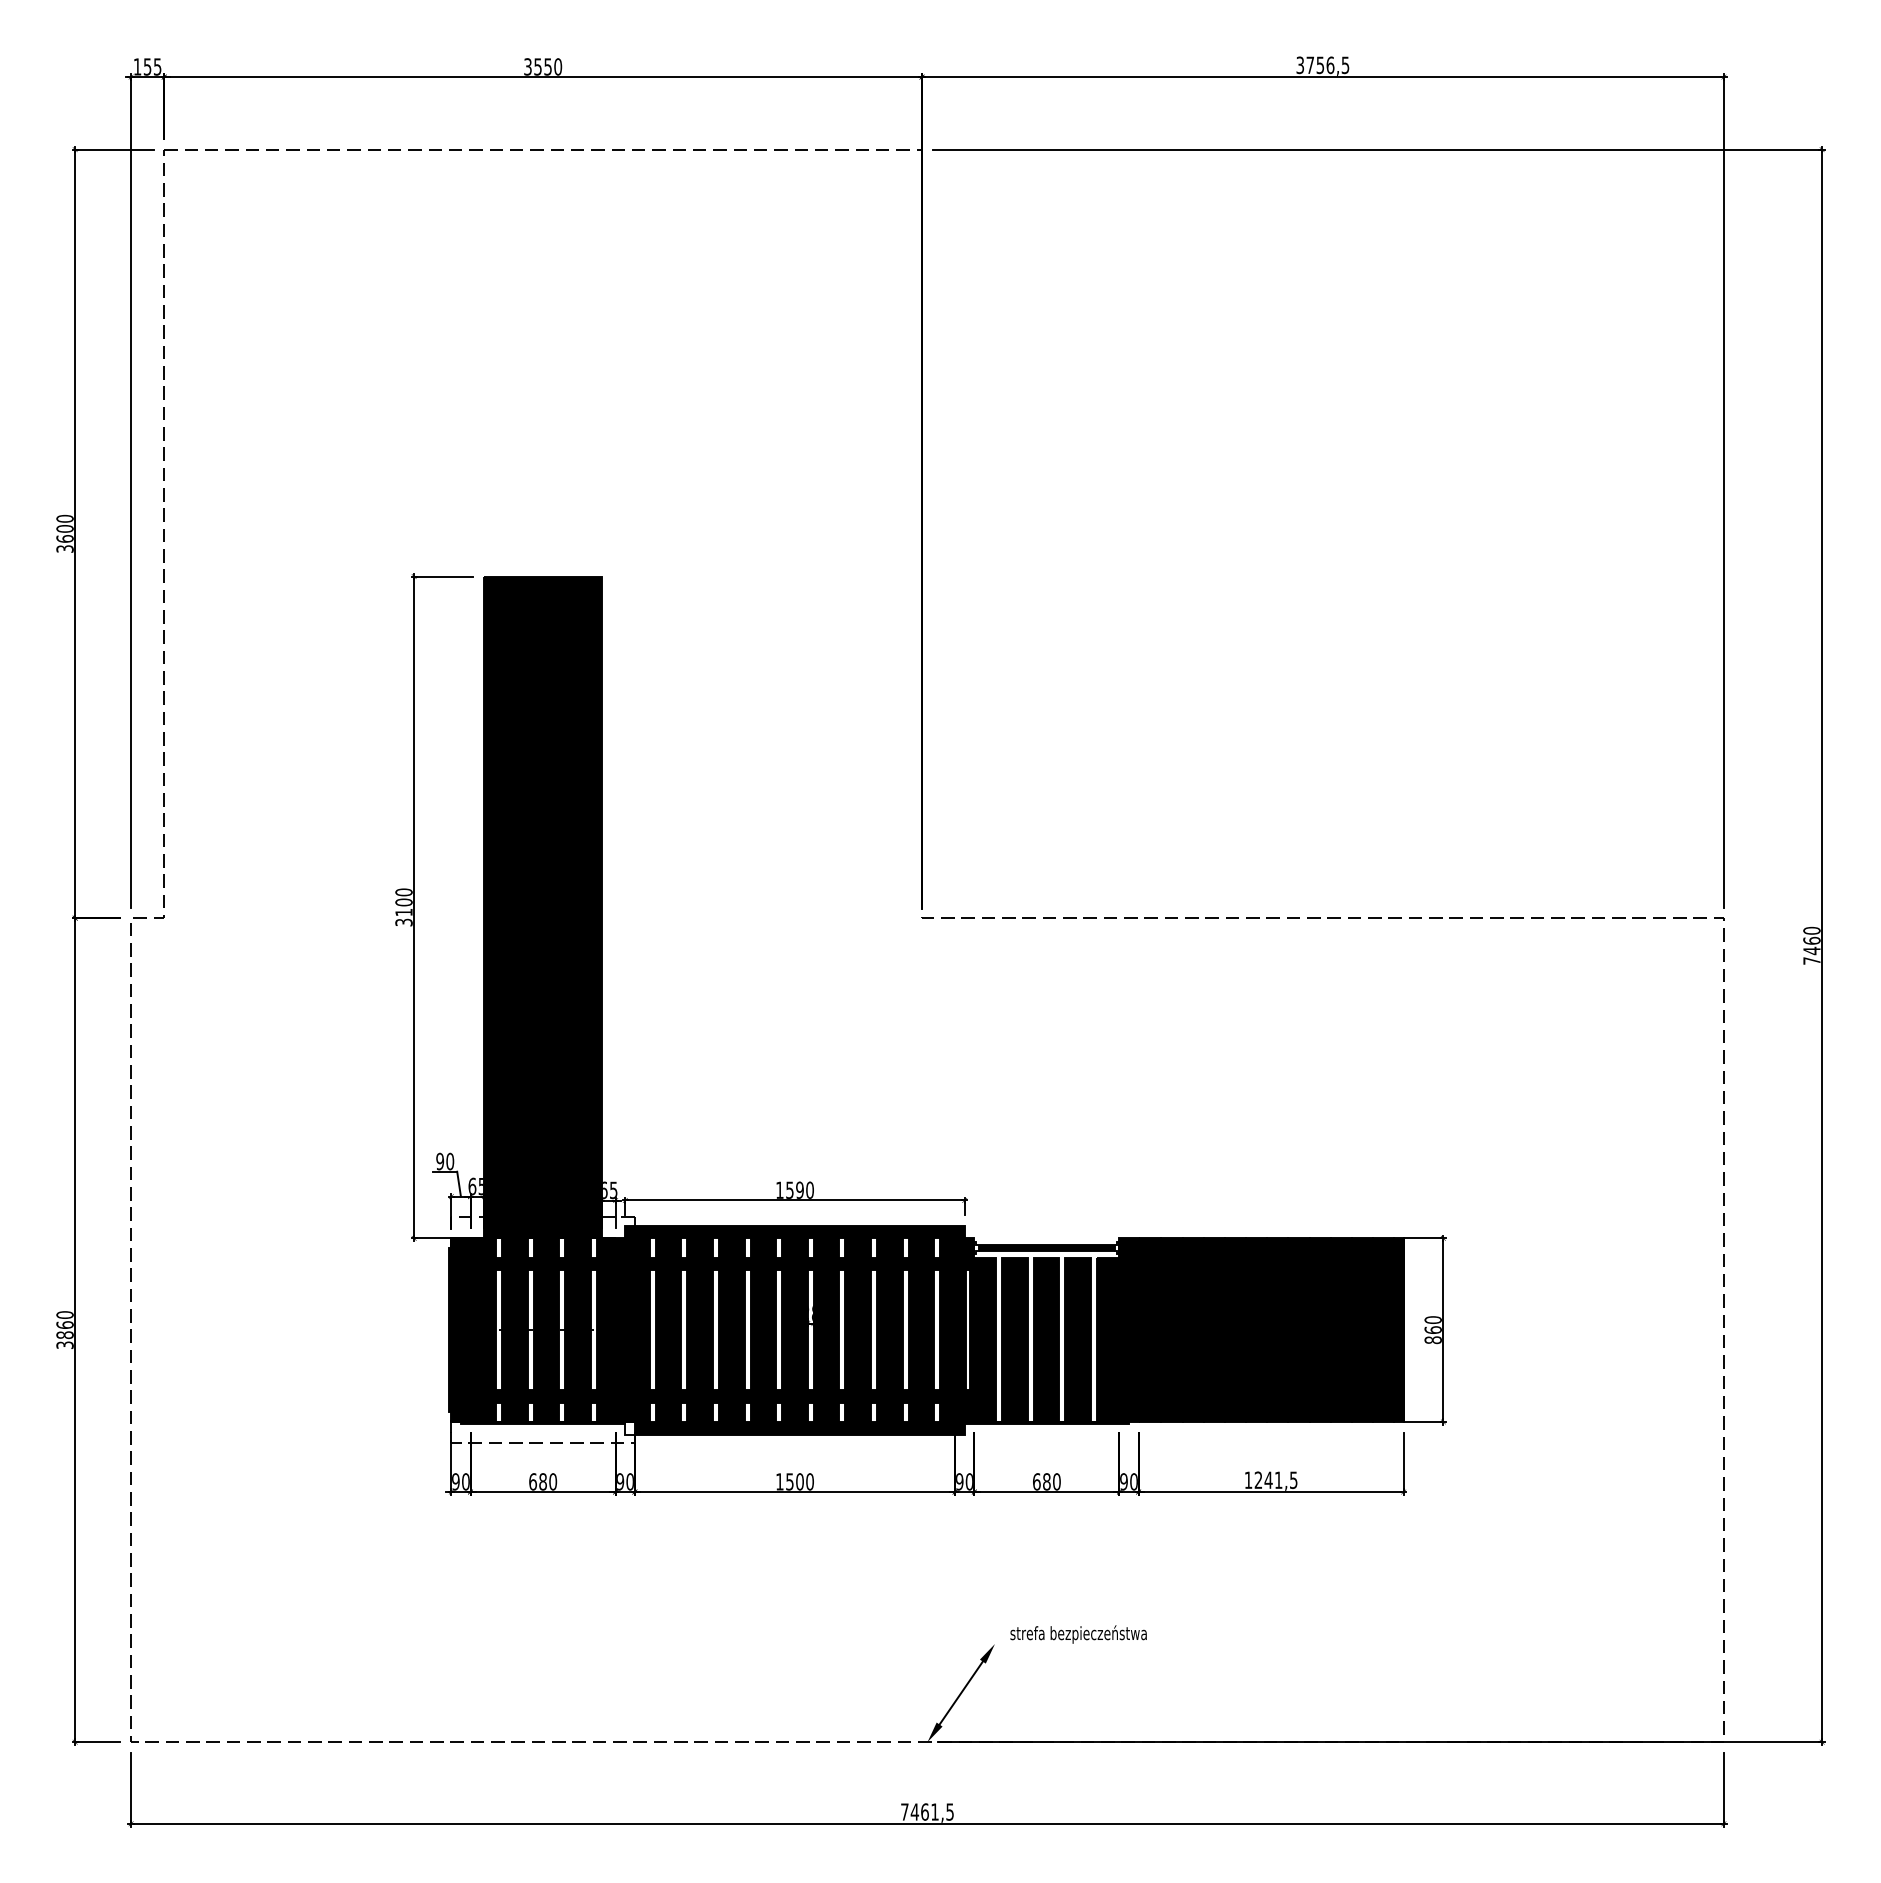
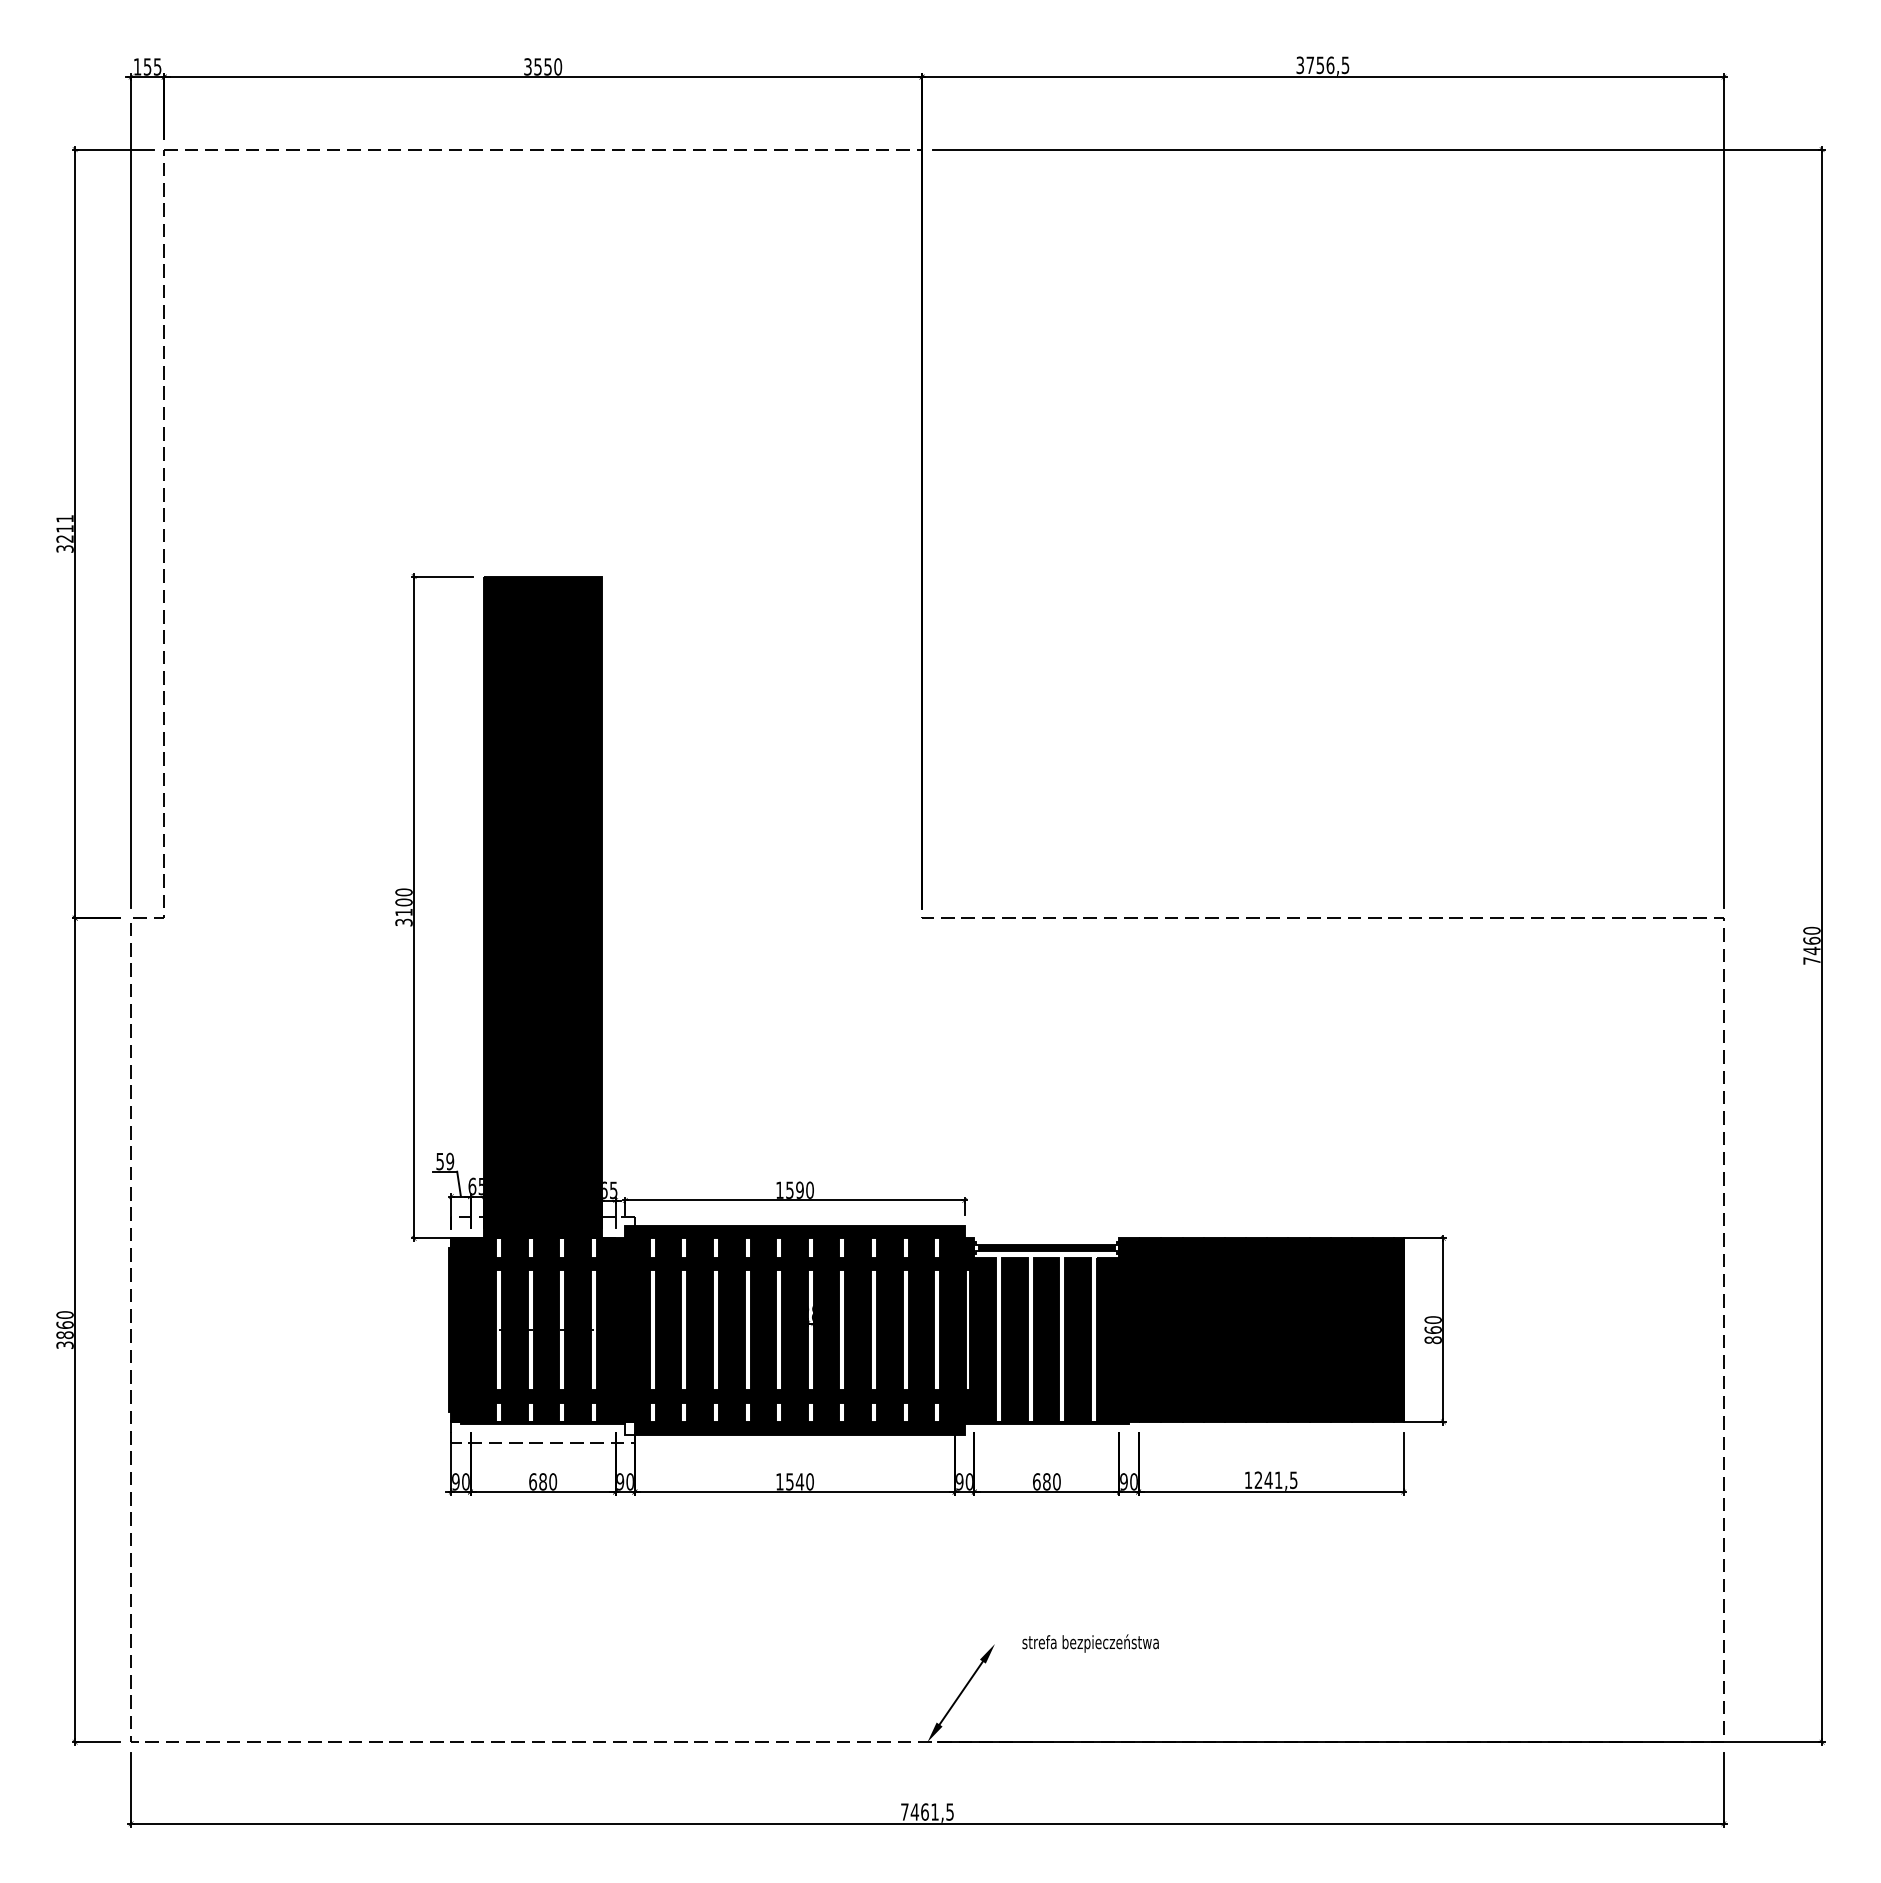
text at (64, 528): 3600 -> 3211
text at (444, 1161): 90 -> 59
text at (799, 1481): 1500 -> 1540
text at (1078, 1634) position: (1078, 1634) -> (1090, 1643)
